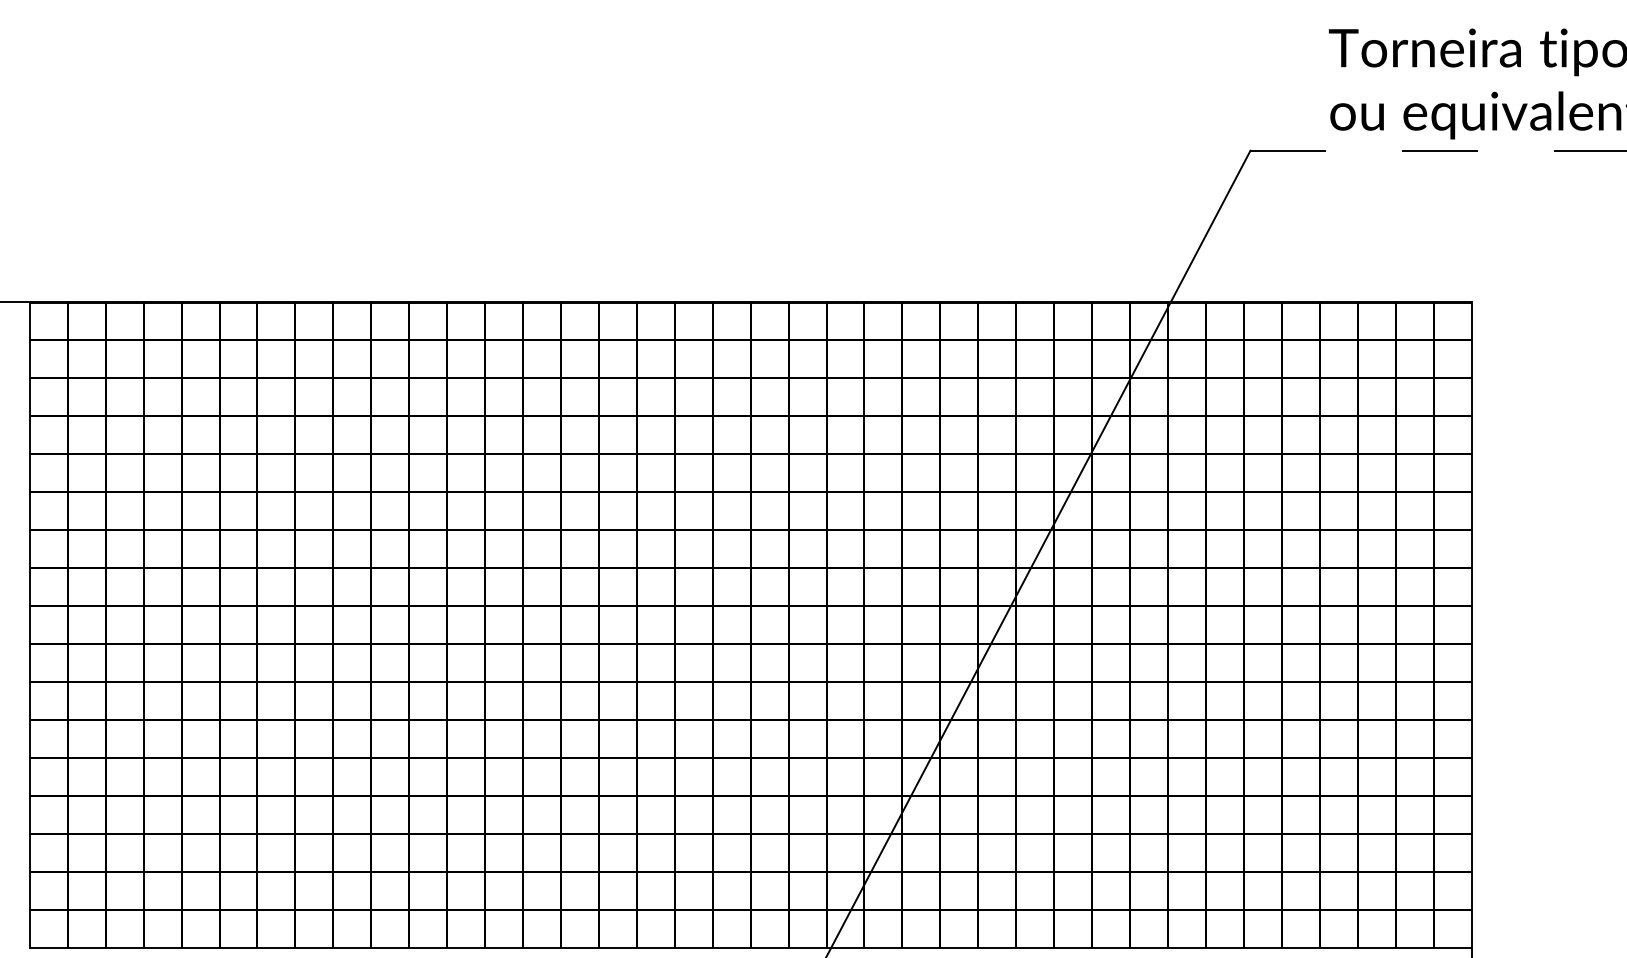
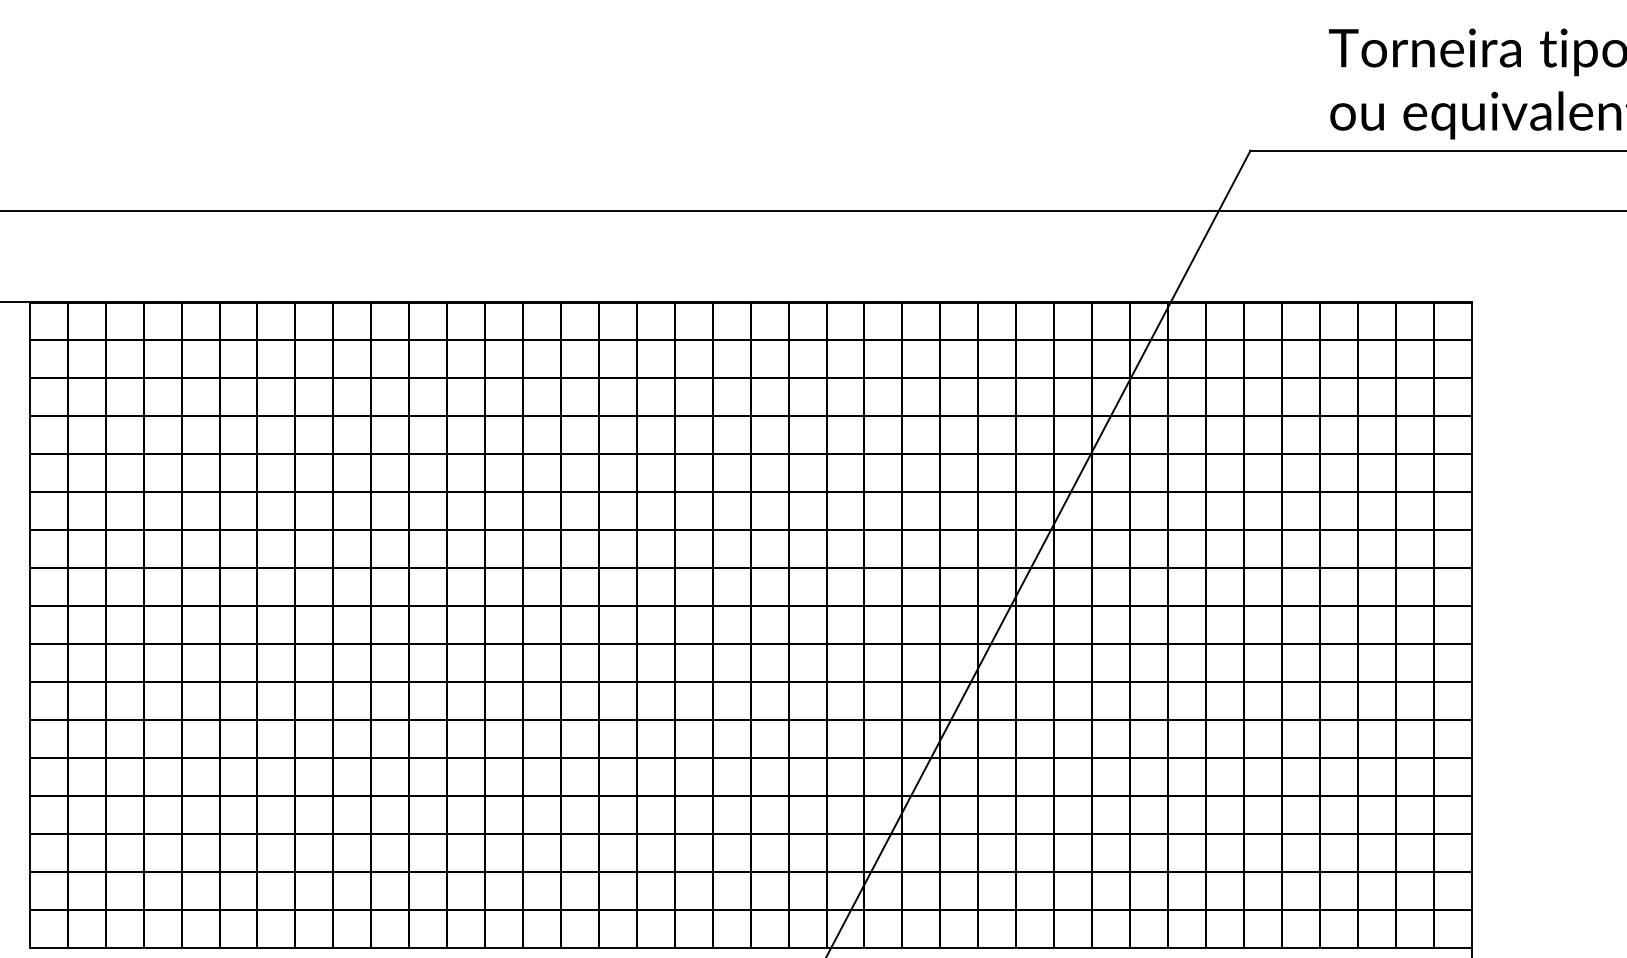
line at (1438, 150): dashed -> solid
line at (812, 210): none -> present
